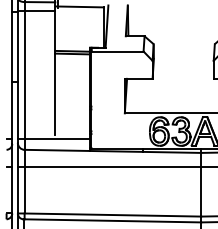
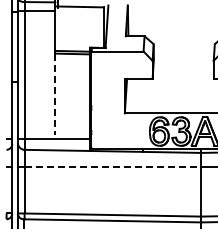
line at (55, 94): solid -> dashed
line at (113, 166): solid -> dashed
